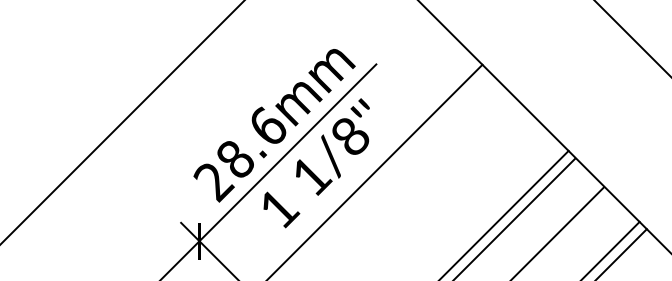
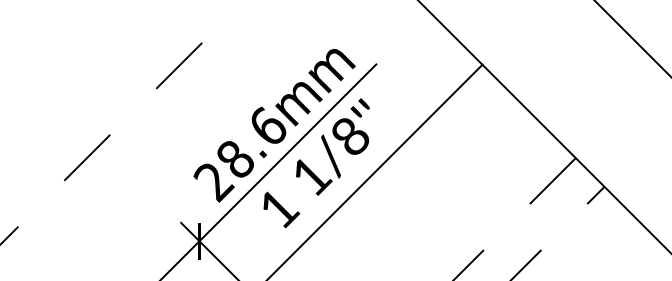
line at (122, 122): solid -> dashed
line at (504, 213): present -> none
line at (611, 249): present -> none
line at (622, 253): present -> none
line at (466, 266): solid -> dashed
